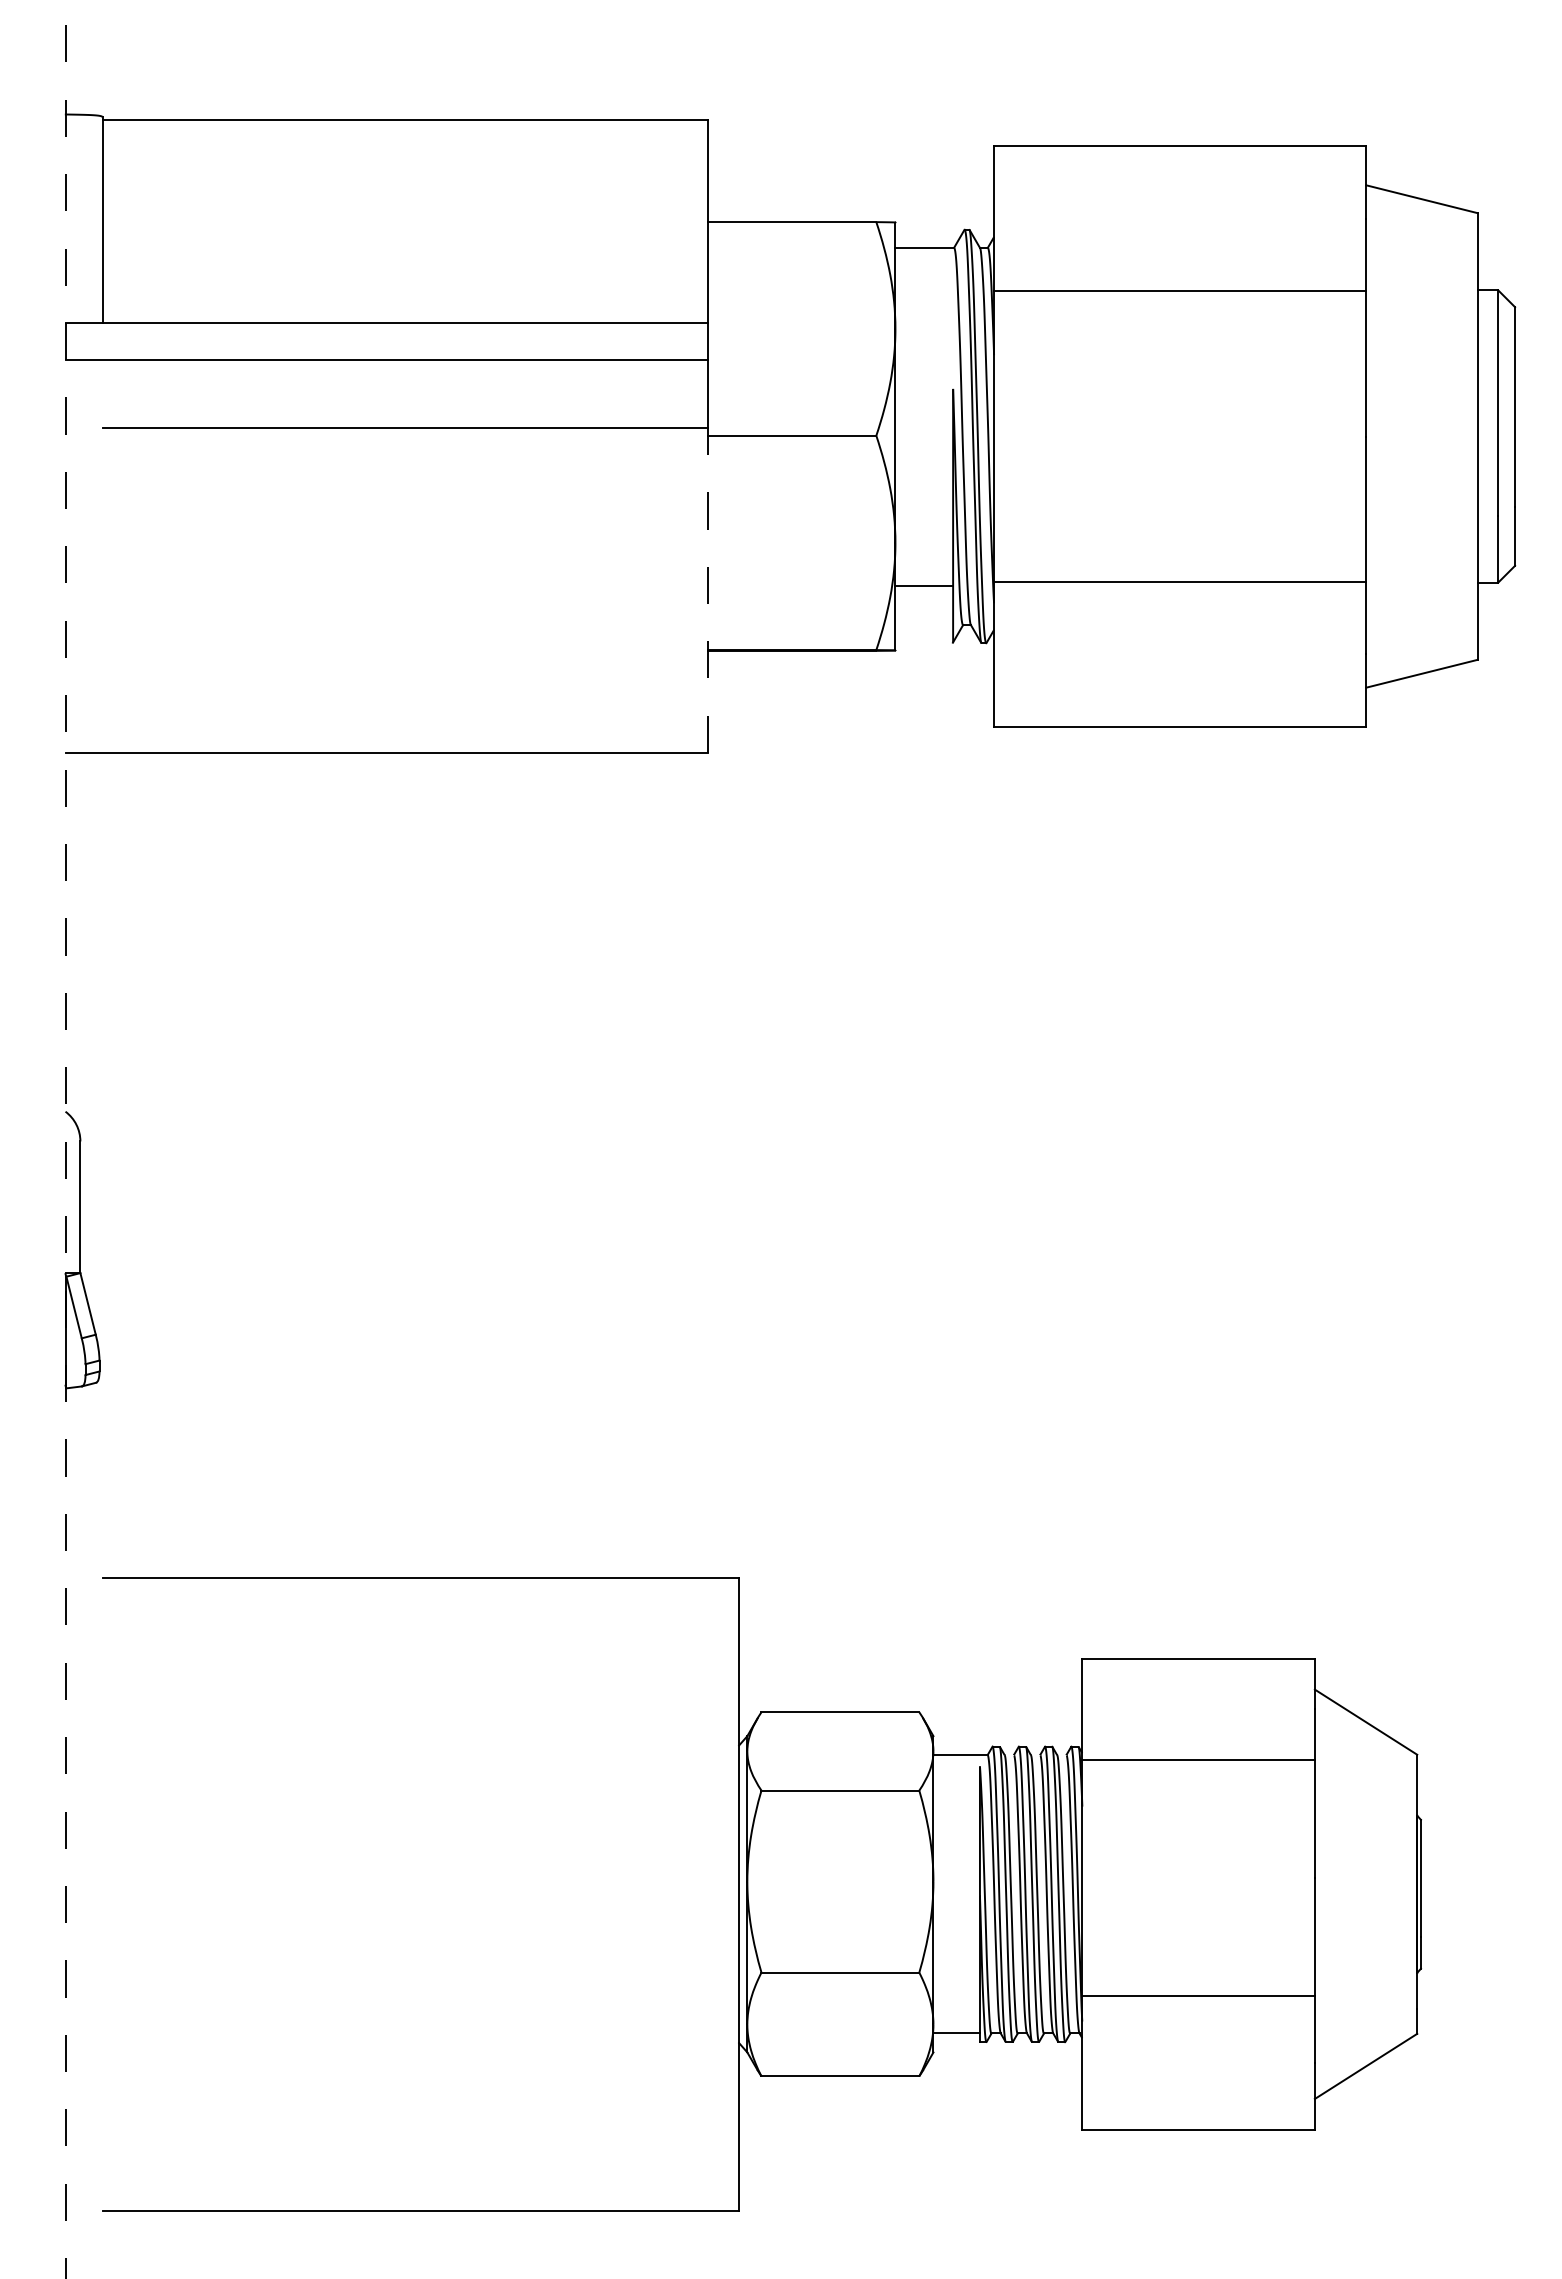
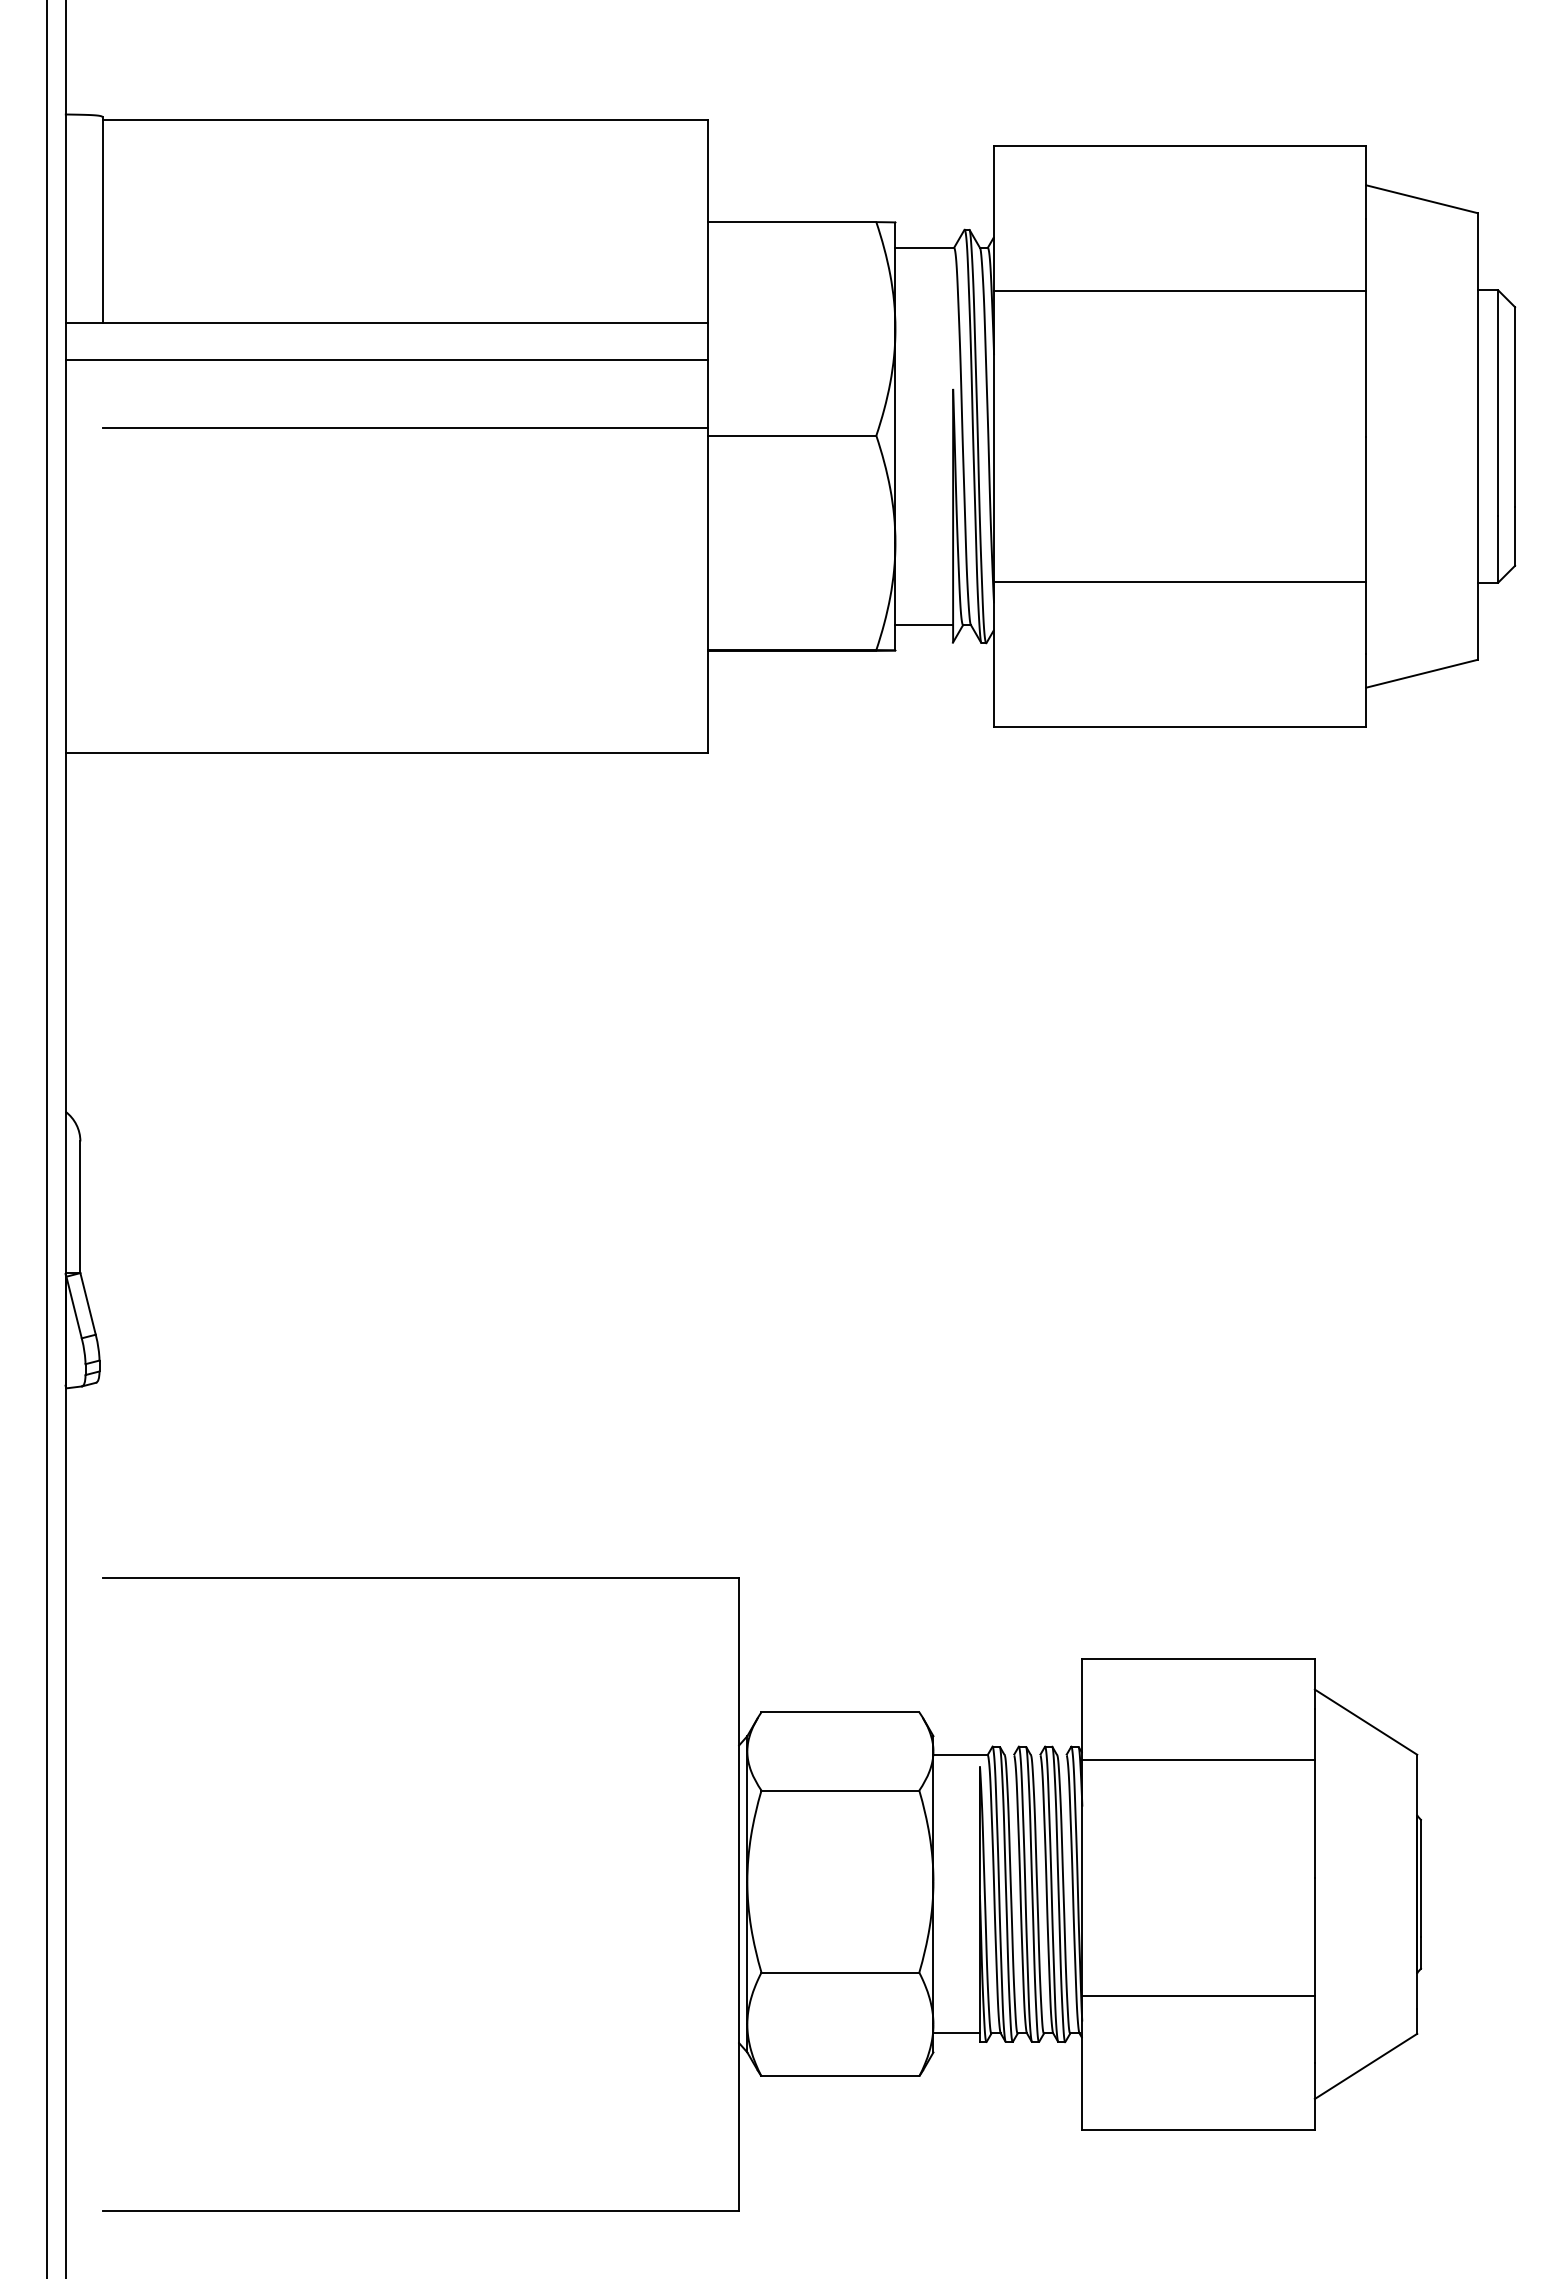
line at (924, 586) position: (924, 586) -> (924, 625)
line at (707, 590): dashed -> solid
line at (46, 1138): none -> present
line at (65, 1139): dashed -> solid
